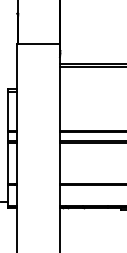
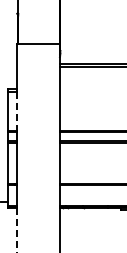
line at (17, 111): solid -> dashed
line at (17, 230): solid -> dashed
